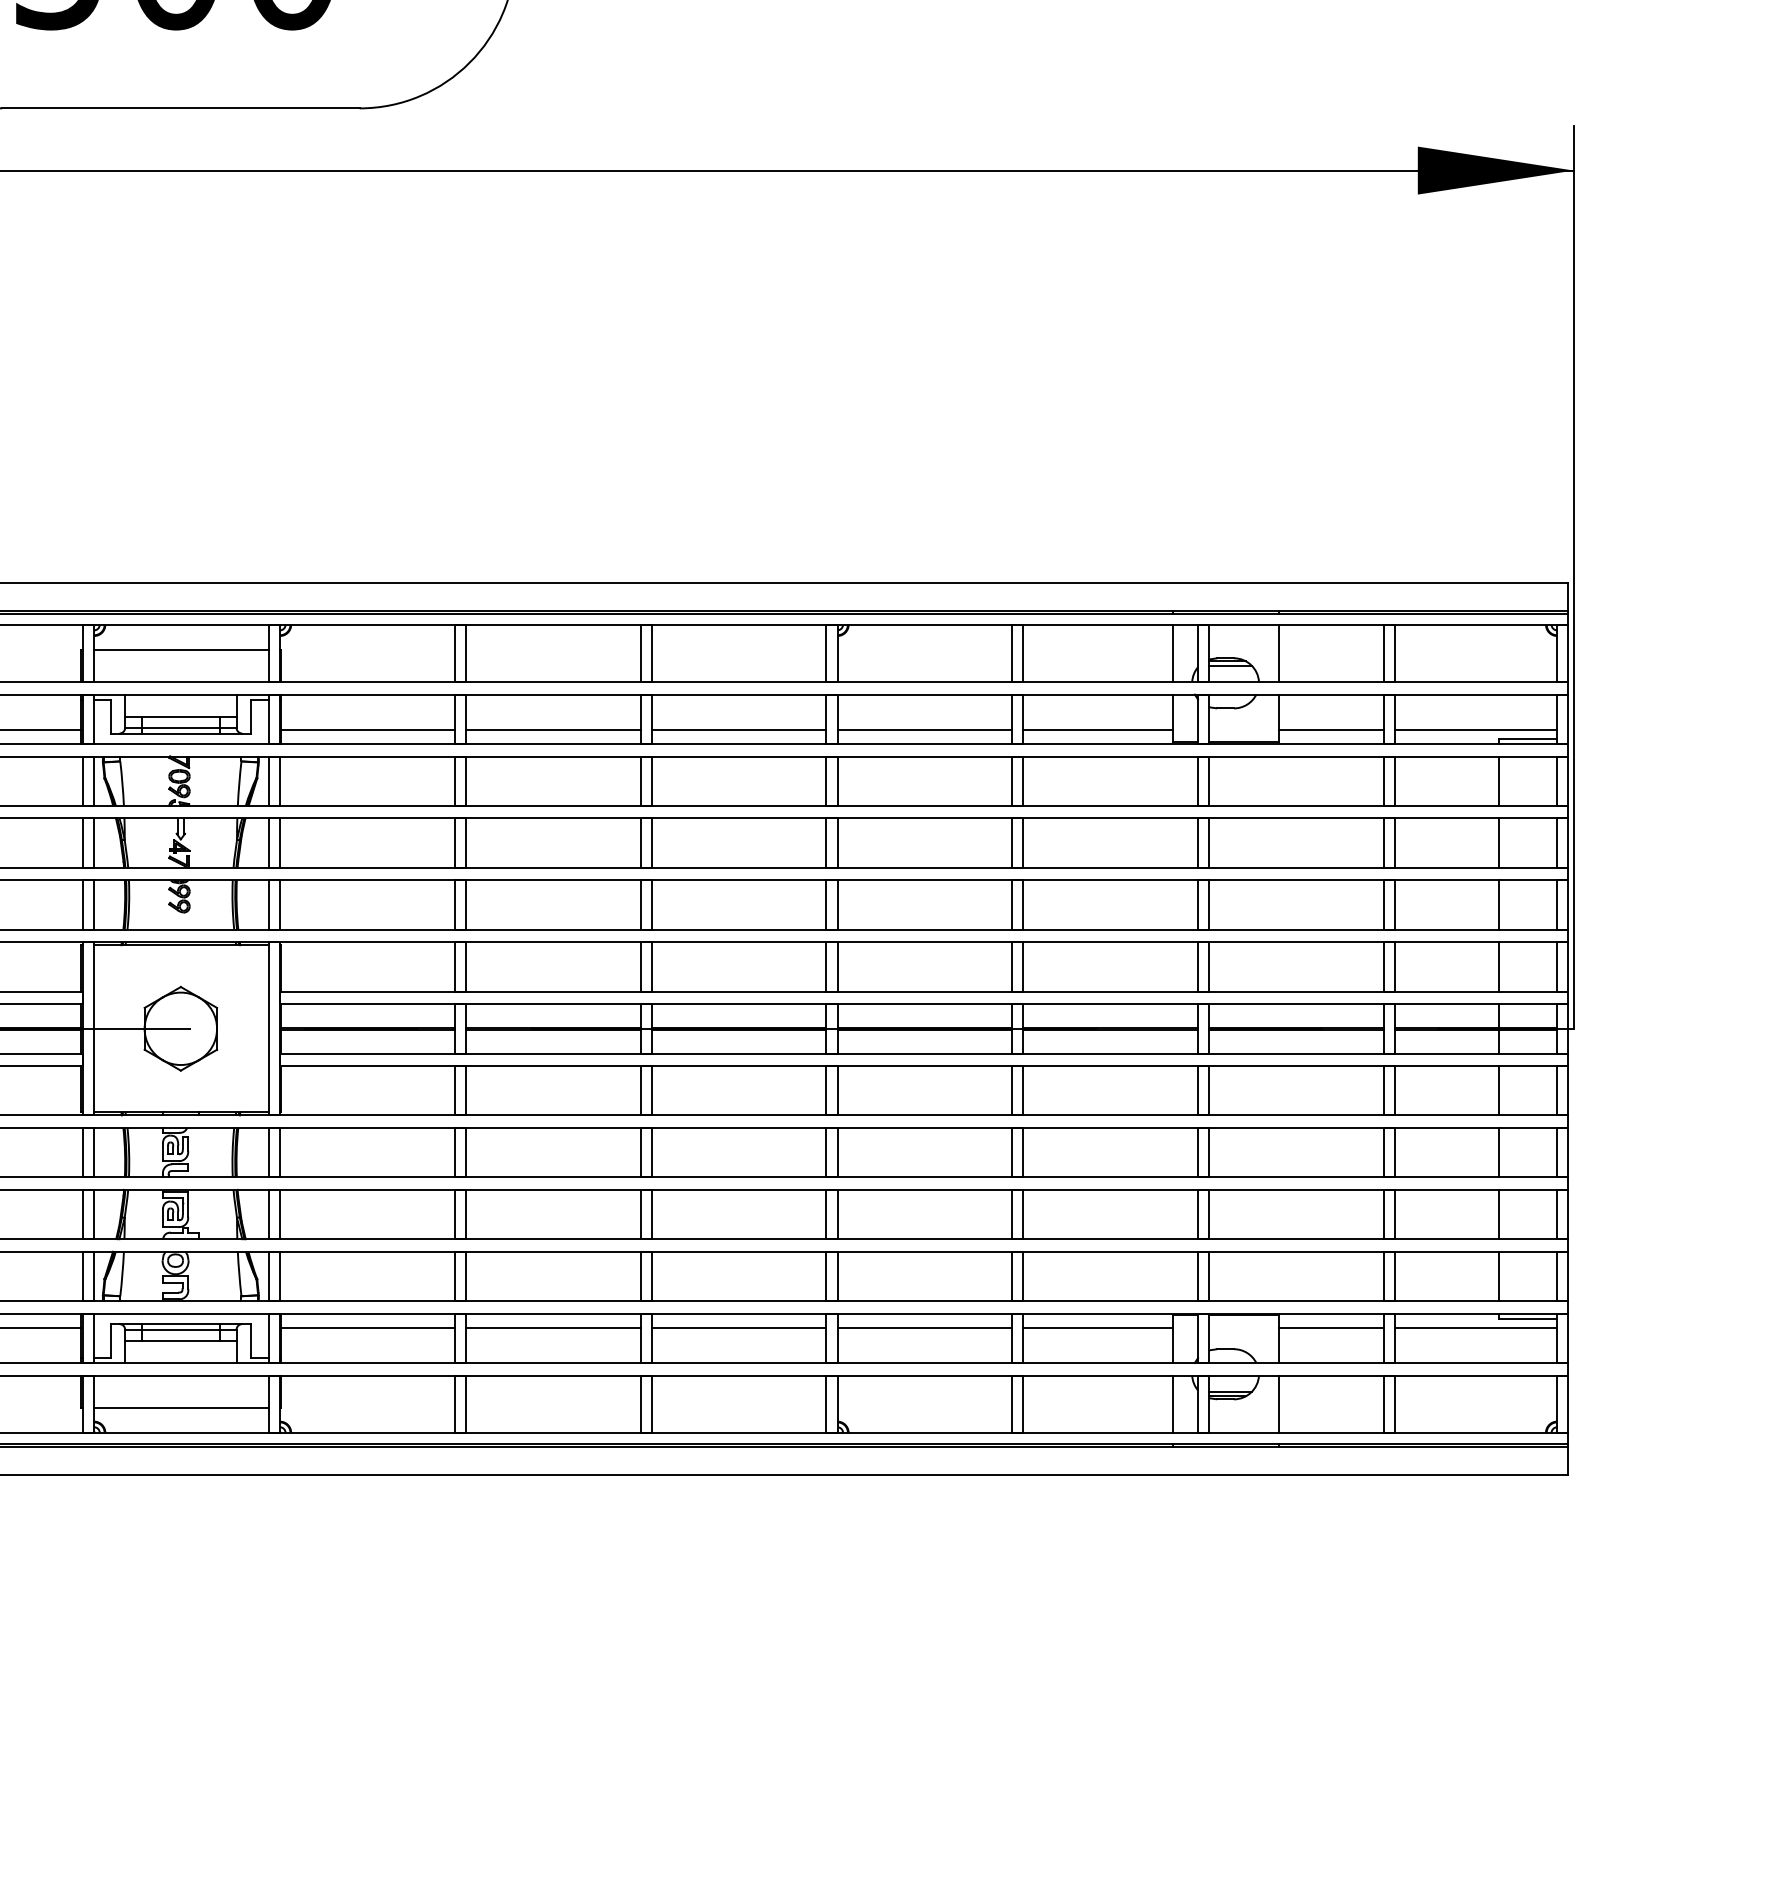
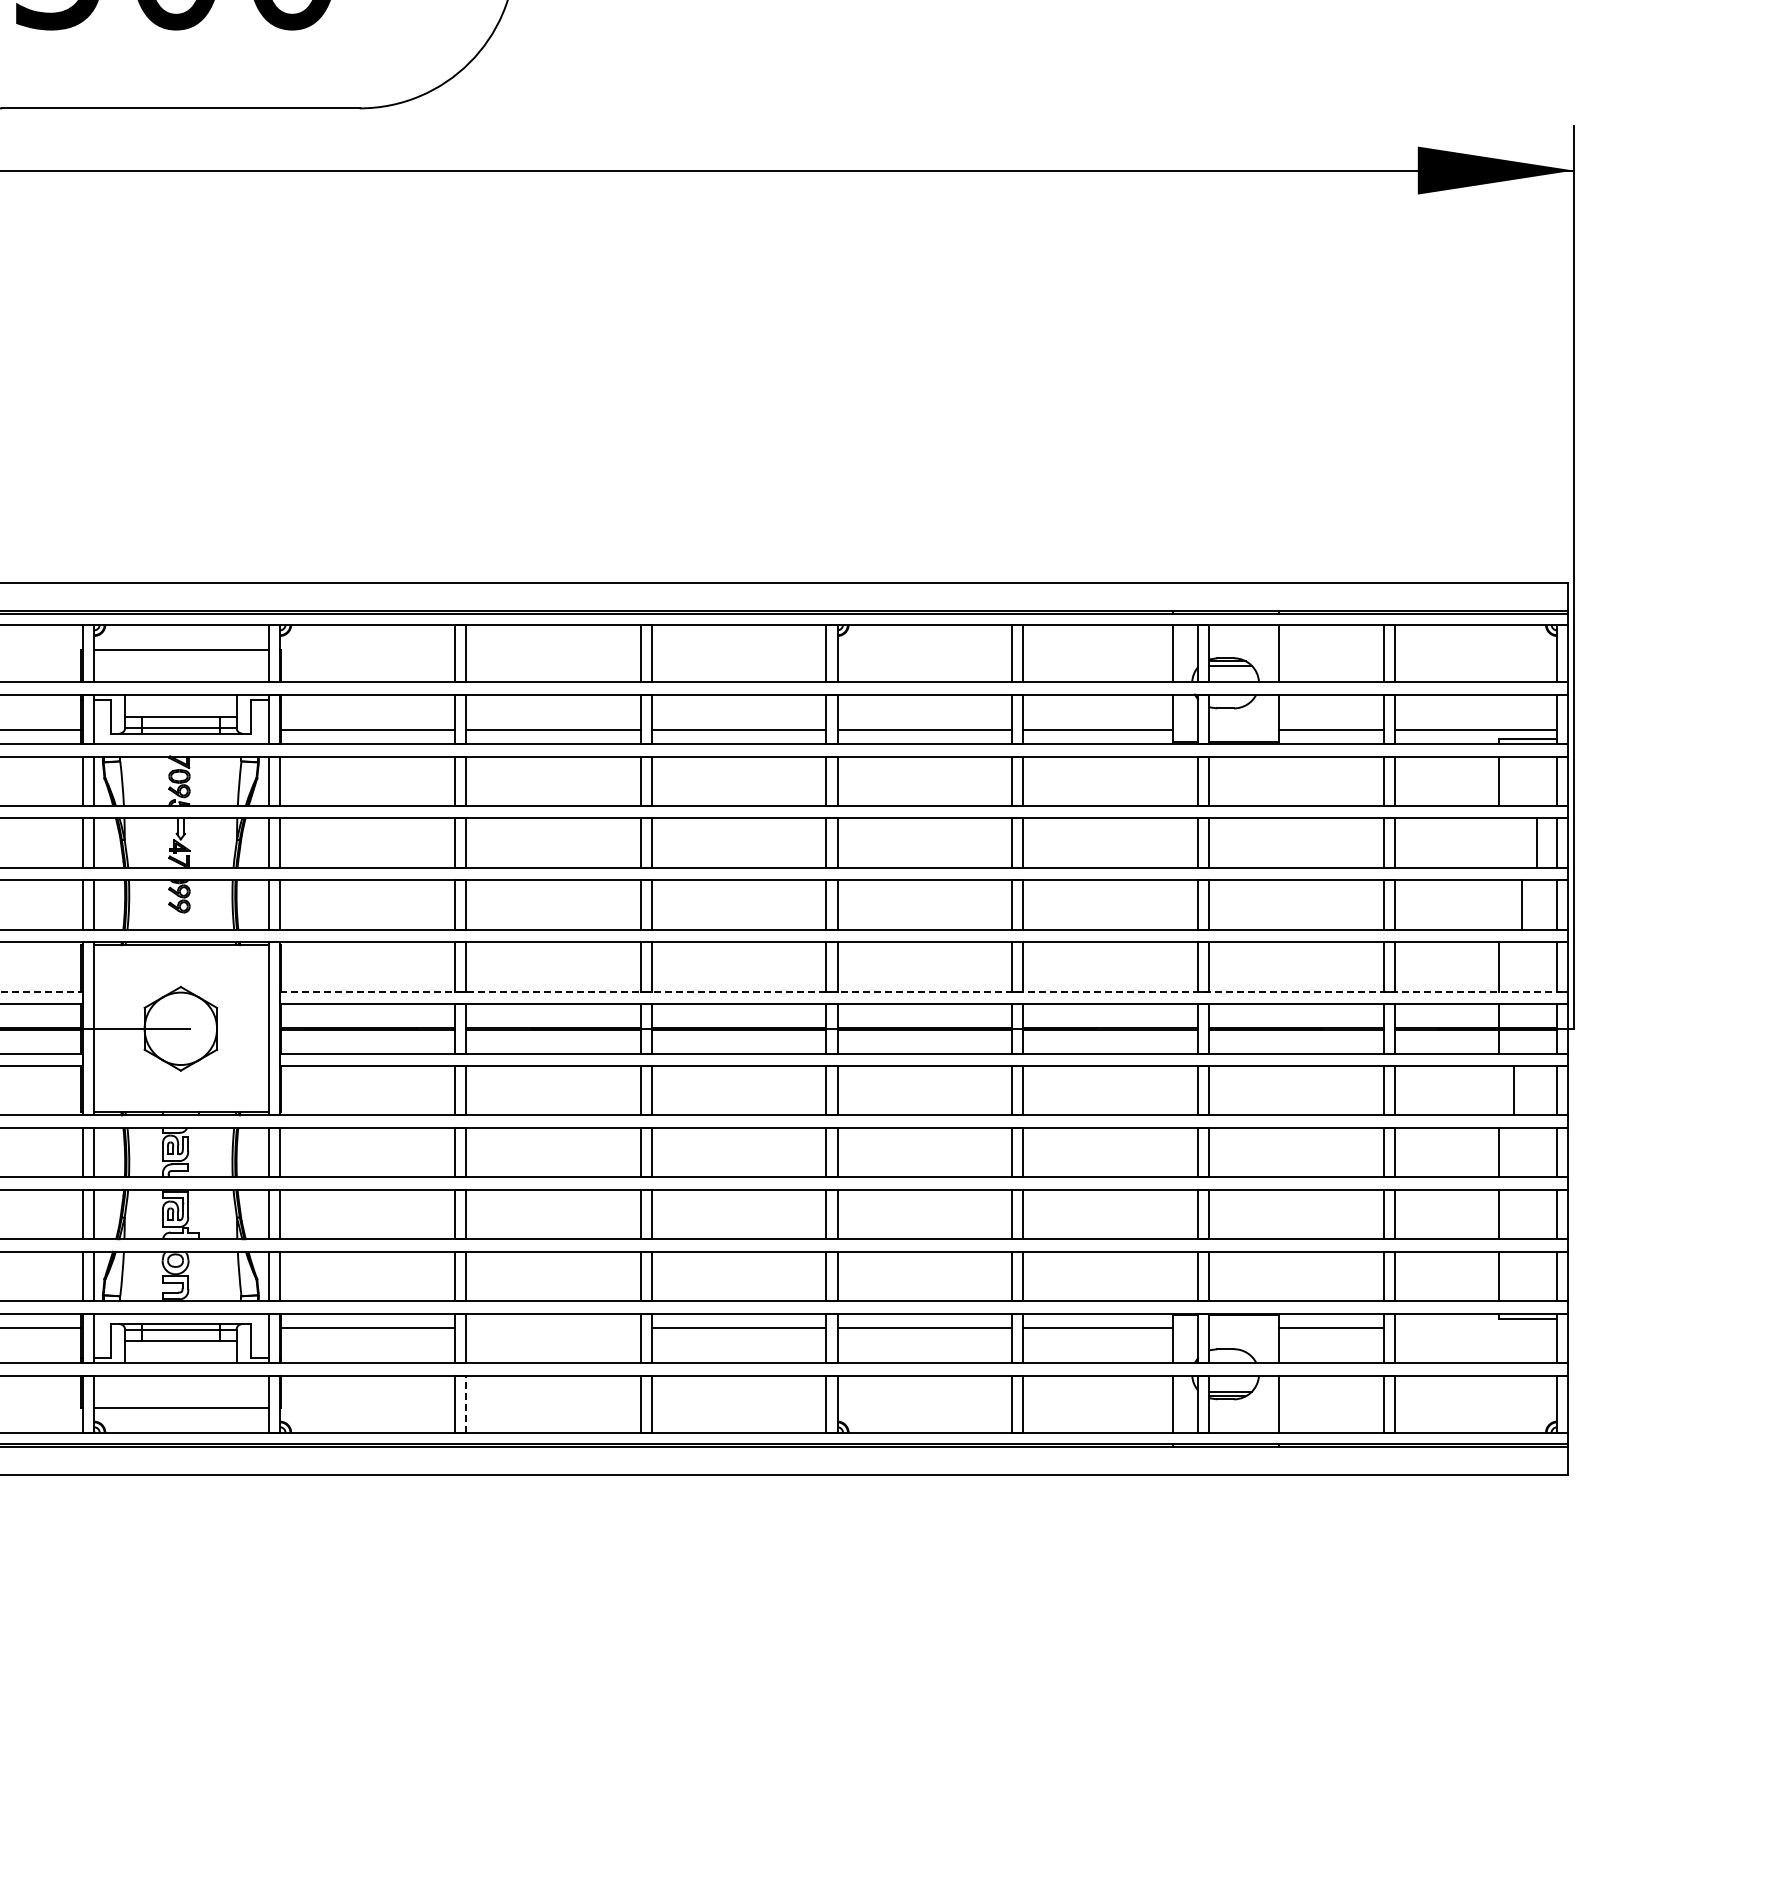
line at (1498, 842) position: (1498, 842) -> (1536, 842)
line at (1498, 904) position: (1498, 904) -> (1521, 904)
line at (42, 991): solid -> dashed
line at (924, 991): solid -> dashed
line at (1498, 1090) position: (1498, 1090) -> (1513, 1090)
line at (552, 1327): present -> none
line at (1475, 1327): present -> none
line at (465, 1404): solid -> dashed
